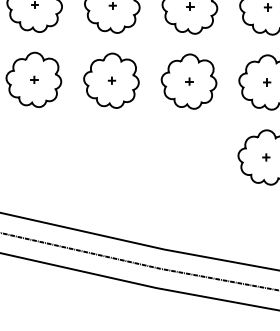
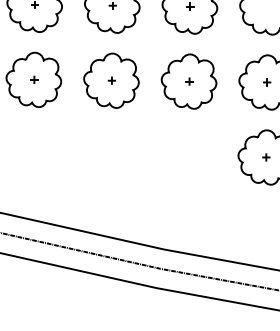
part at (267, 7): present -> none
